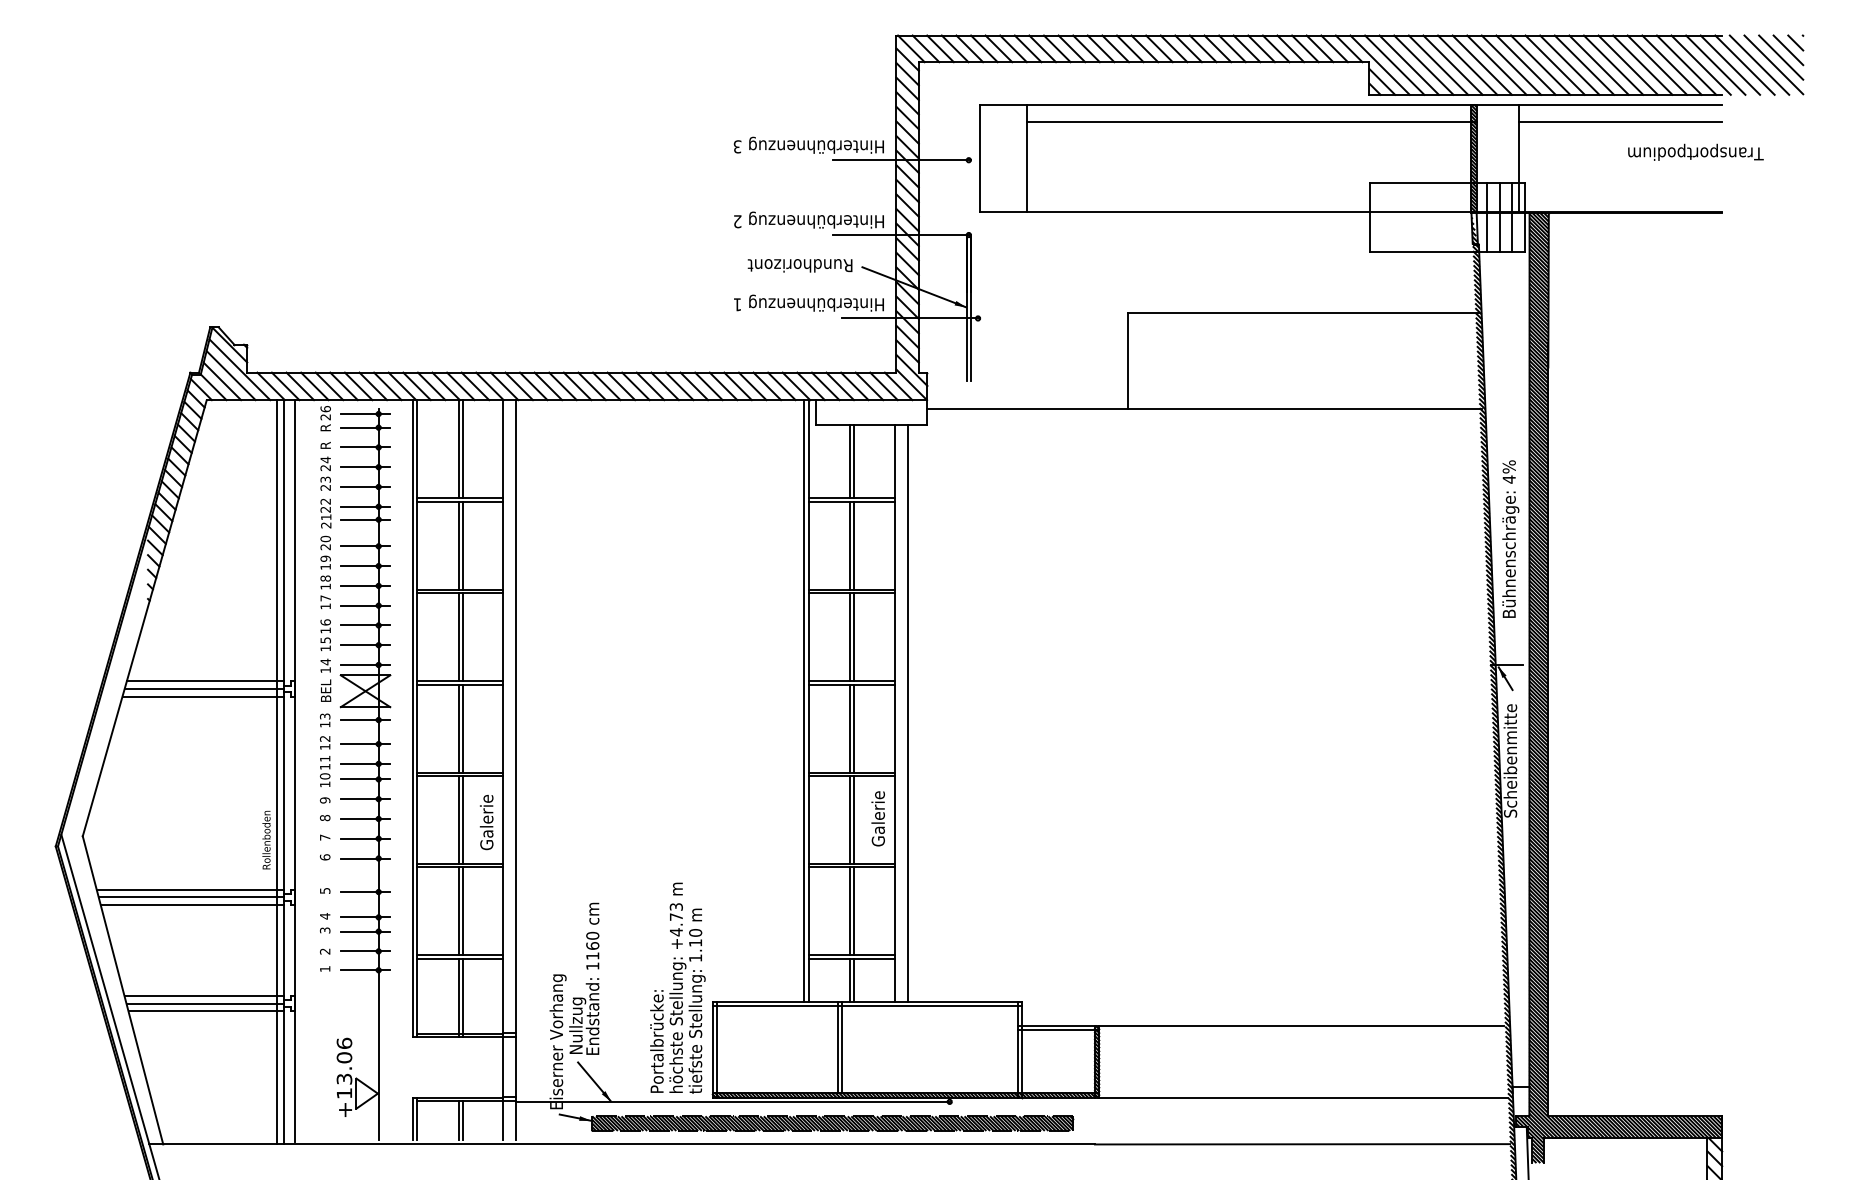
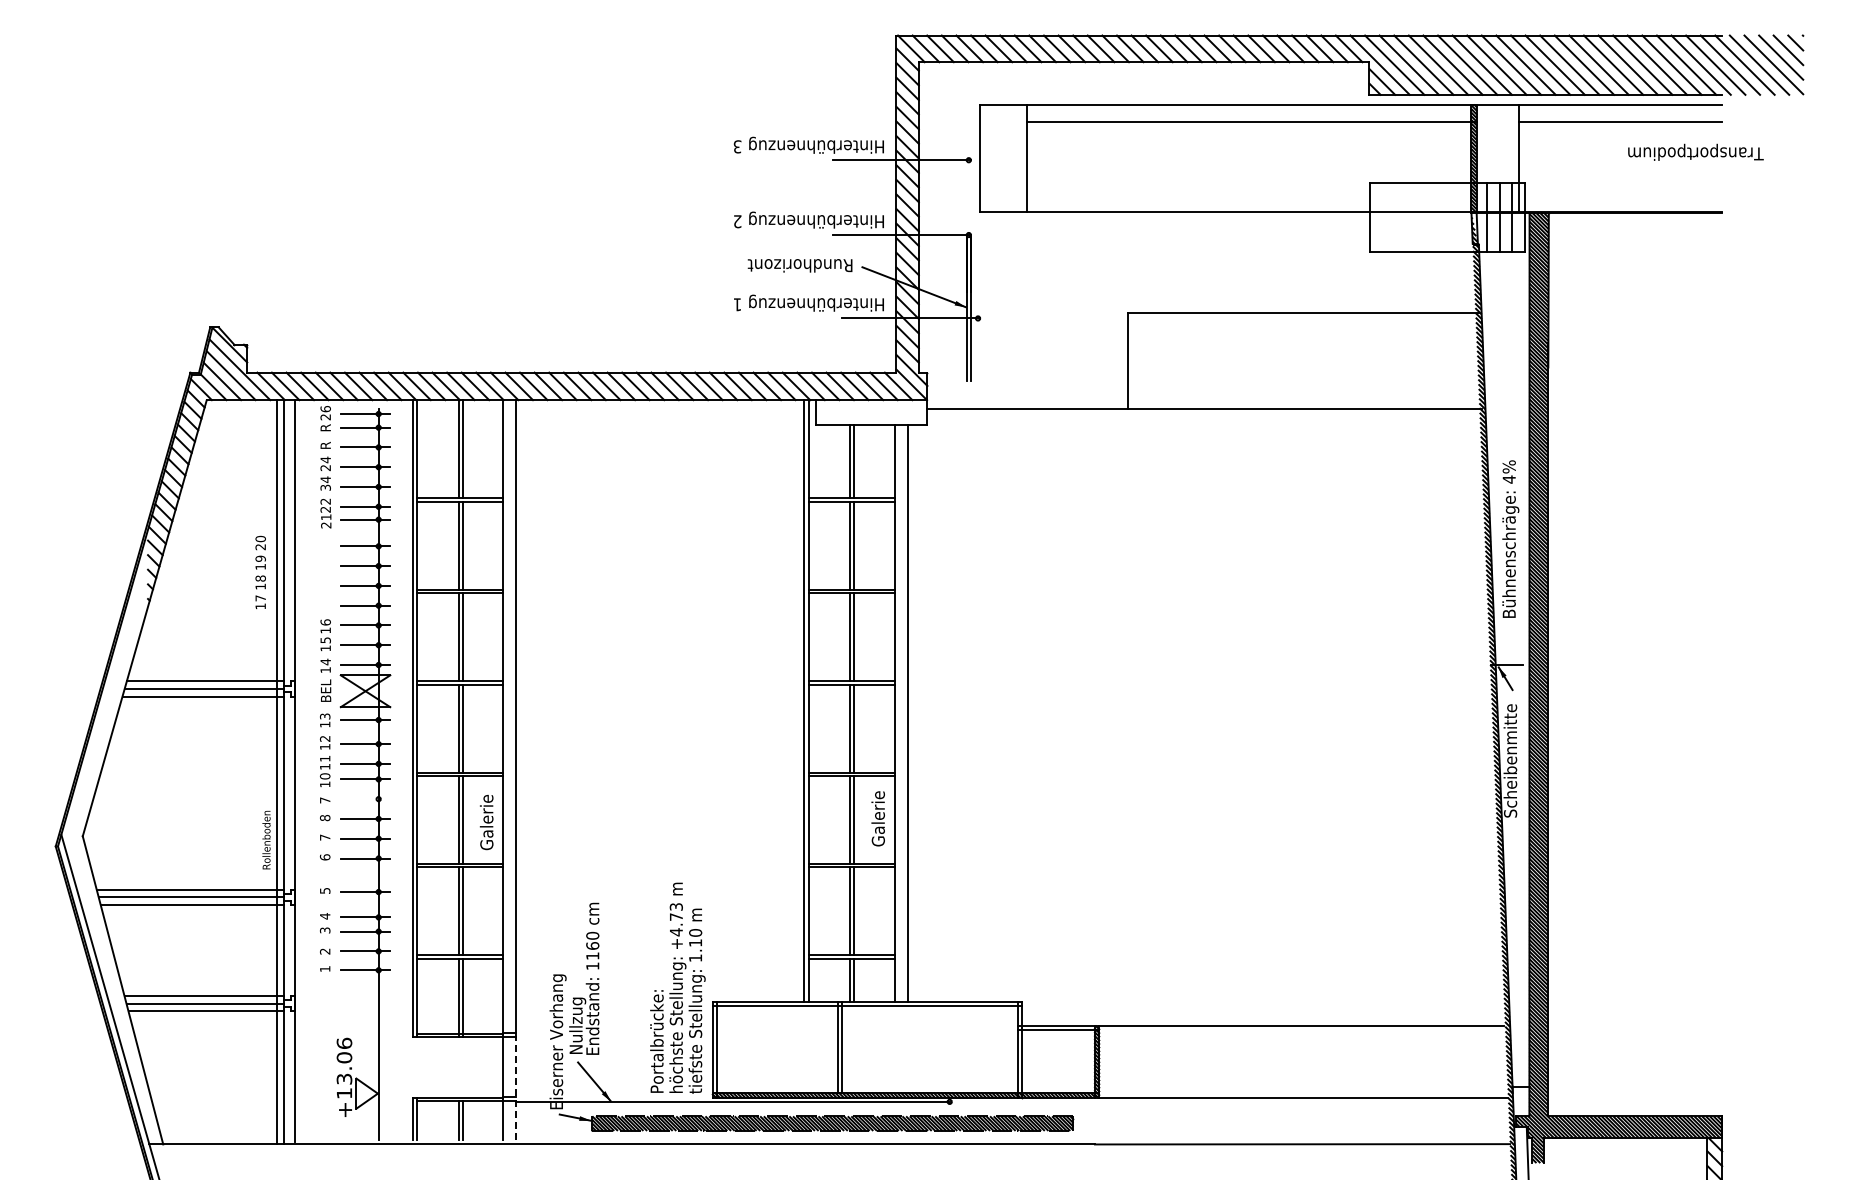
text at (325, 483): 23 -> 34
text at (325, 572) position: (325, 572) -> (260, 572)
line at (365, 799): present -> none
text at (324, 800): 9 -> 7
line at (516, 1085): solid -> dashed
